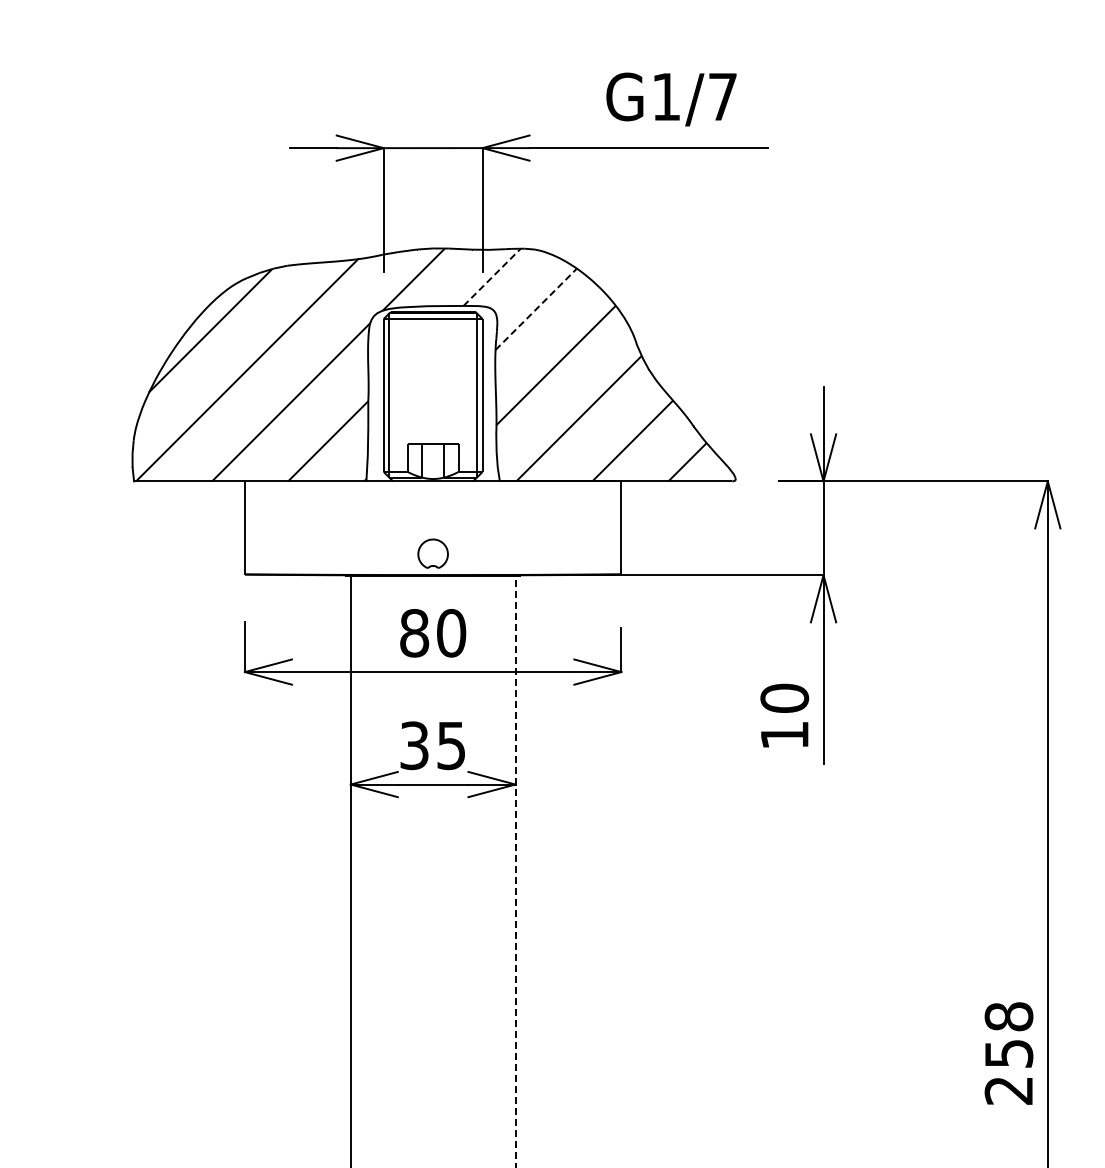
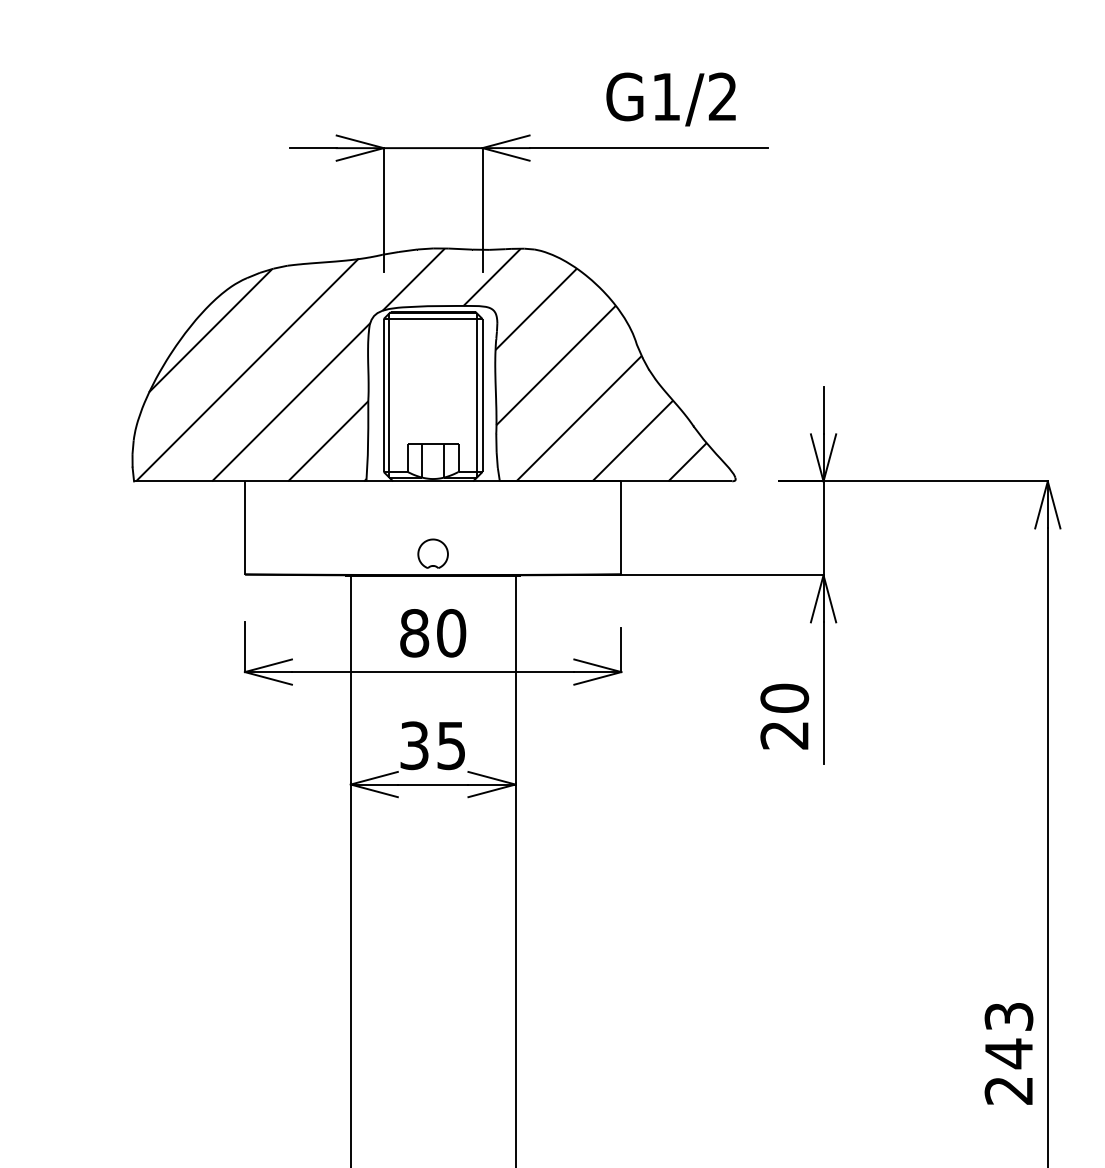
text at (722, 96): G1/7 -> G1/2
line at (492, 277): dashed -> solid
line at (536, 309): dashed -> solid
text at (784, 735): 10 -> 20
line at (515, 872): dashed -> solid
text at (1008, 1035): 258 -> 243
